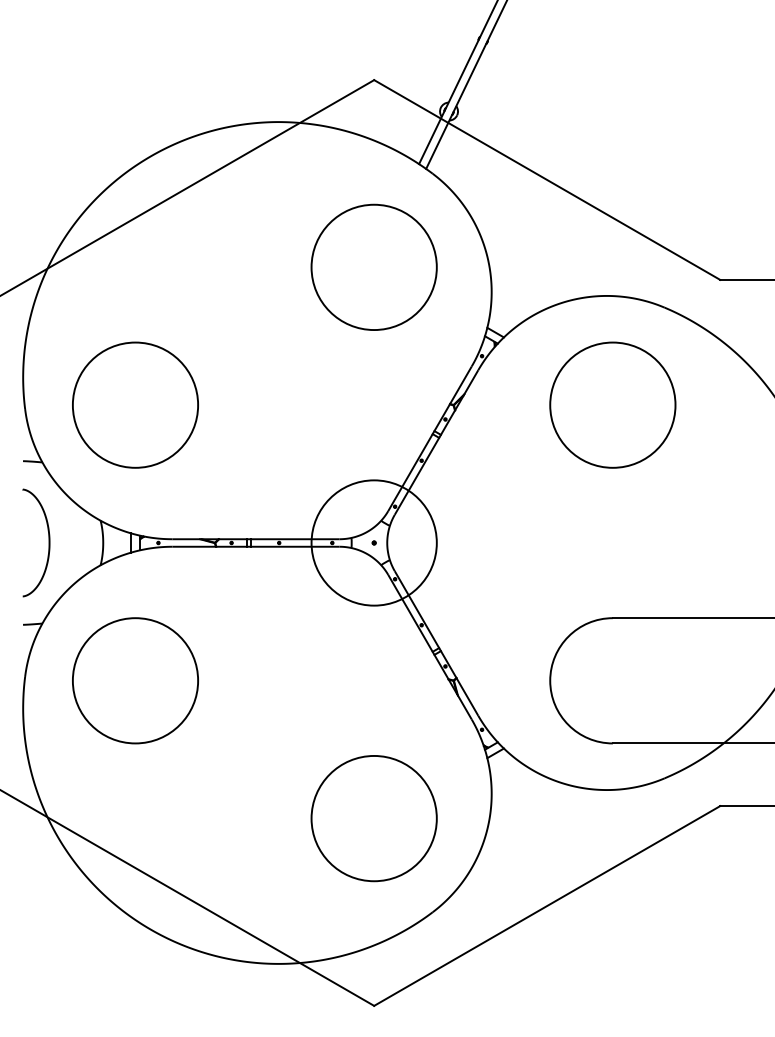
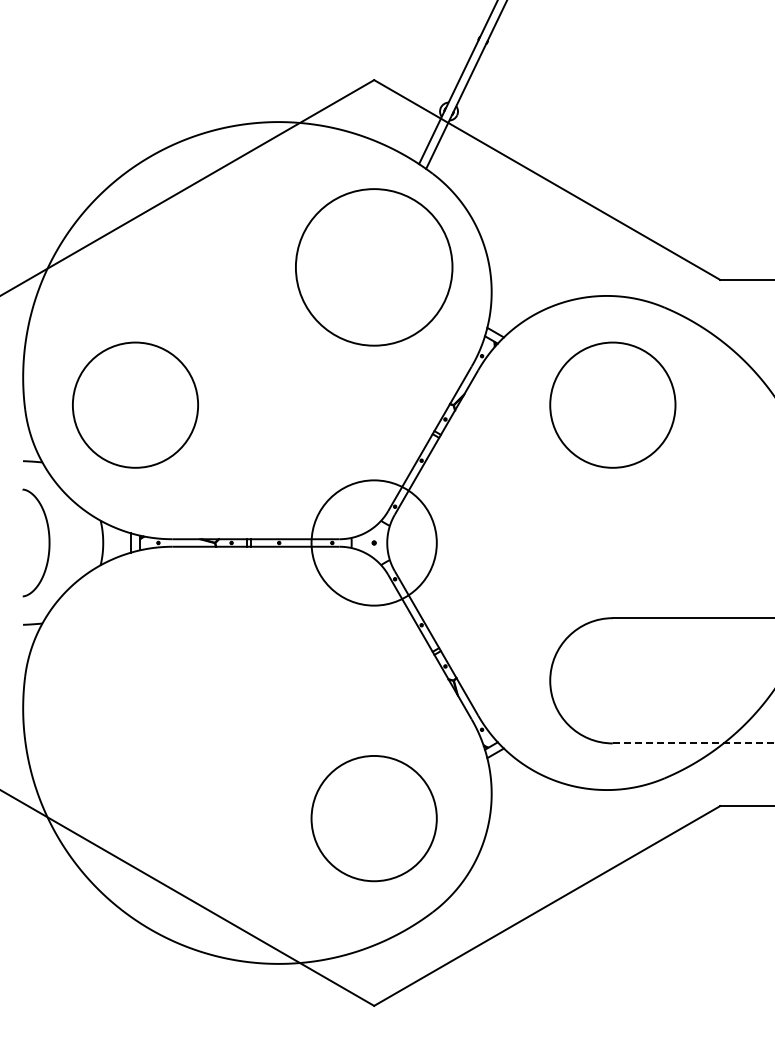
circle at (373, 267) diameter: 125 px -> 157 px
circle at (135, 680): present -> none
line at (693, 743): solid -> dashed
